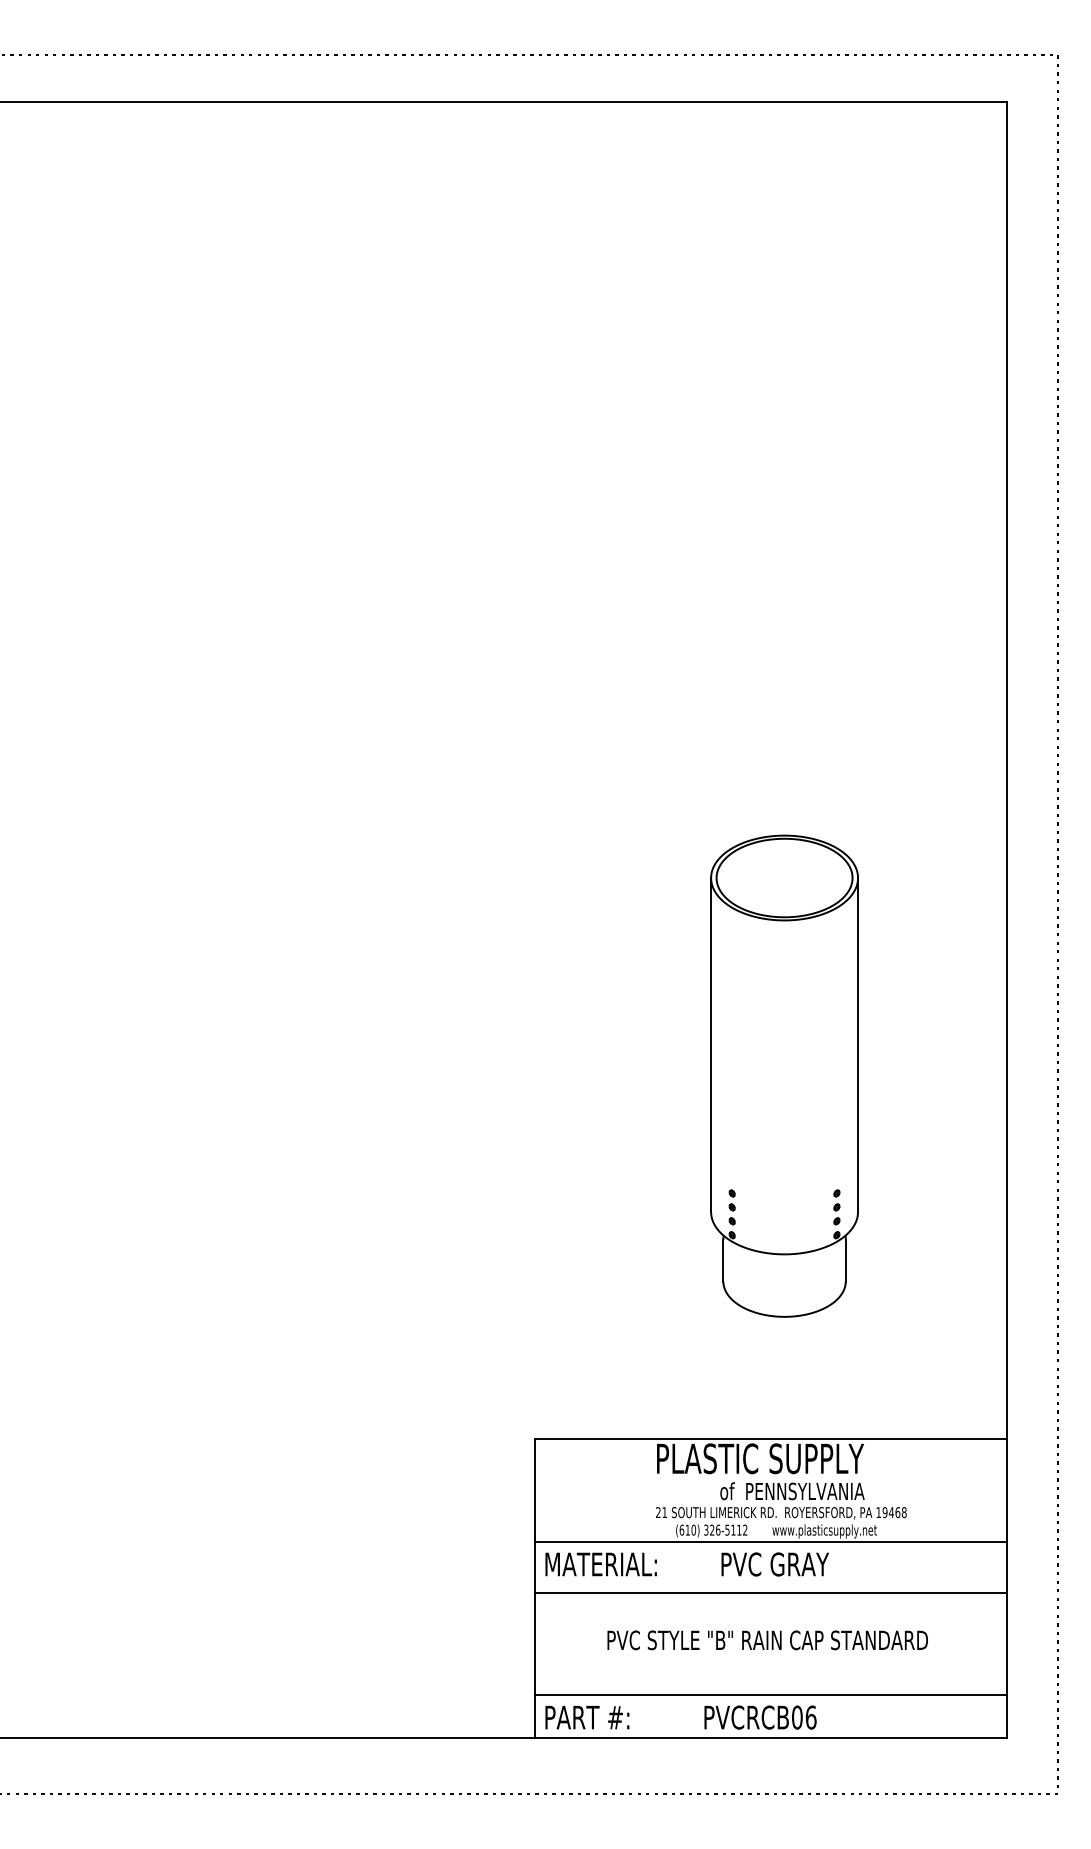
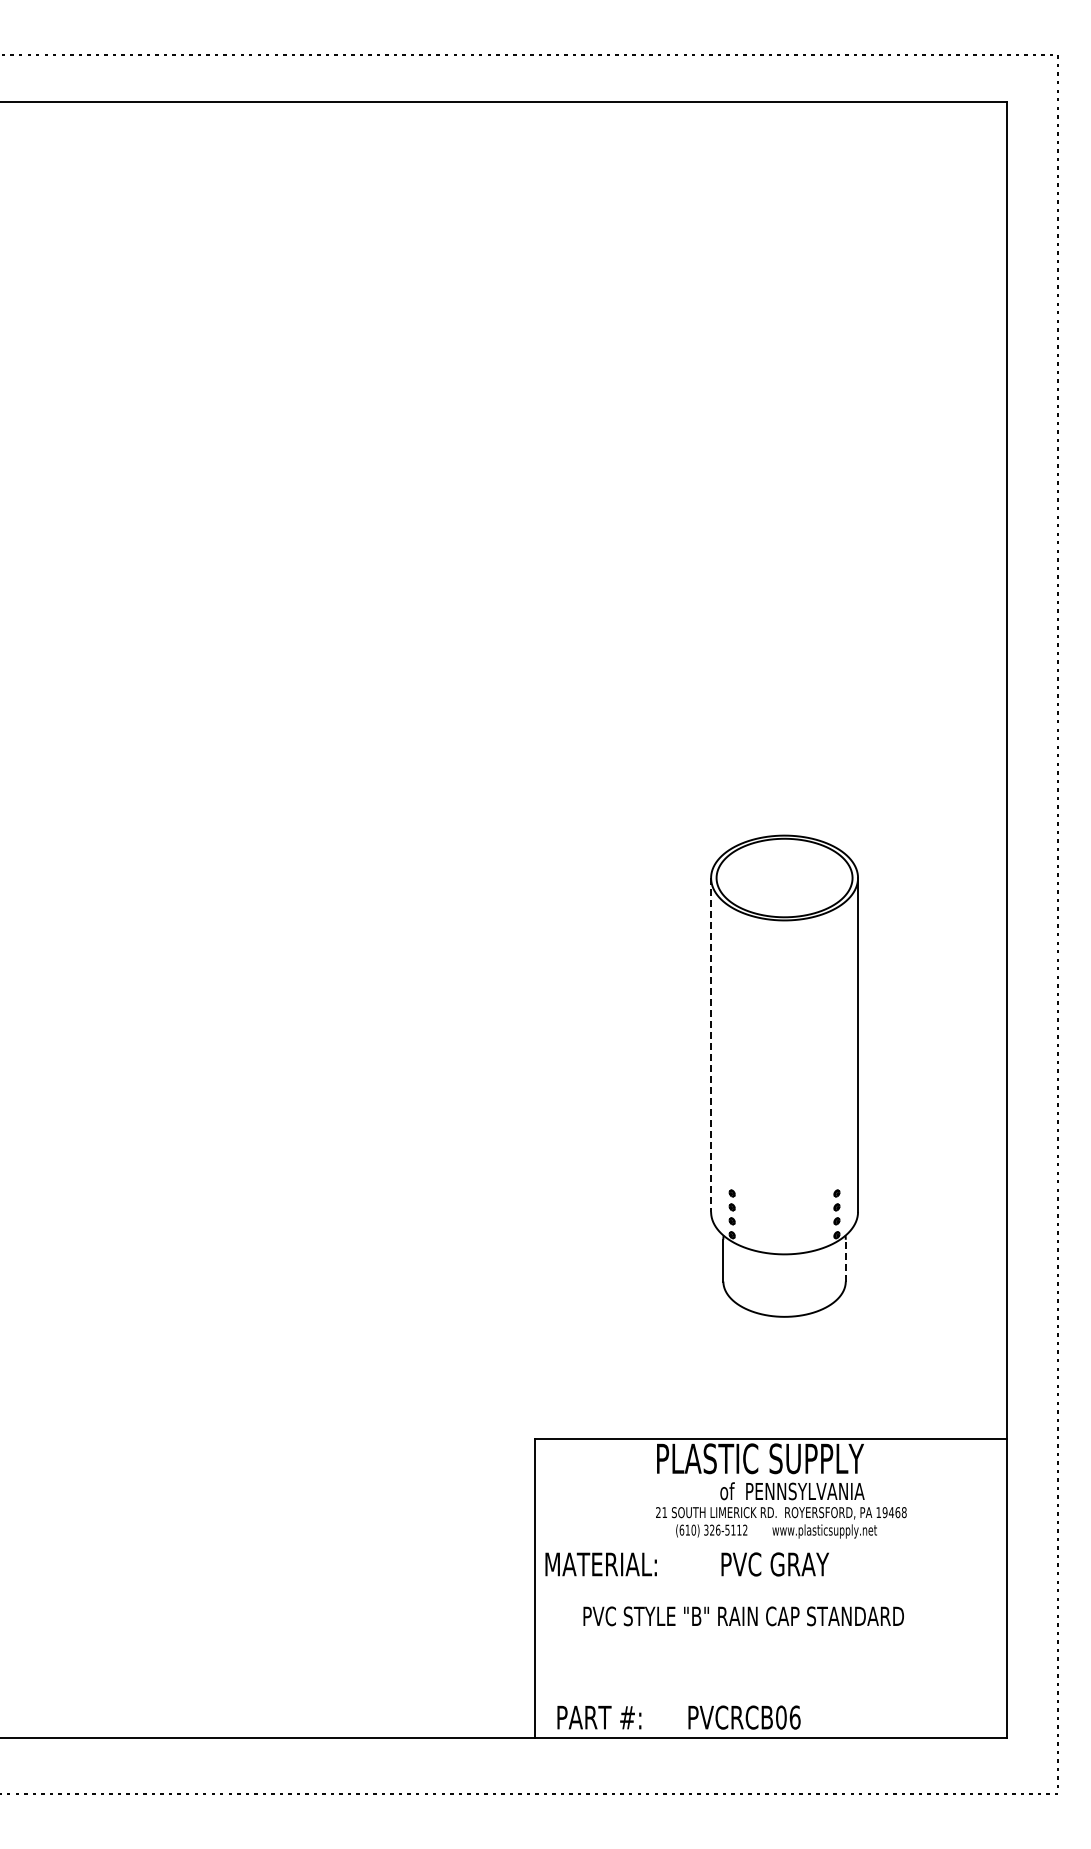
line at (711, 1045): solid -> dashed
line at (845, 1260): solid -> dashed
line at (771, 1541): present -> none
line at (769, 1592): present -> none
text at (767, 1640) position: (767, 1640) -> (743, 1616)
line at (771, 1694): present -> none
text at (587, 1717) position: (587, 1717) -> (599, 1717)
text at (760, 1717) position: (760, 1717) -> (744, 1717)
